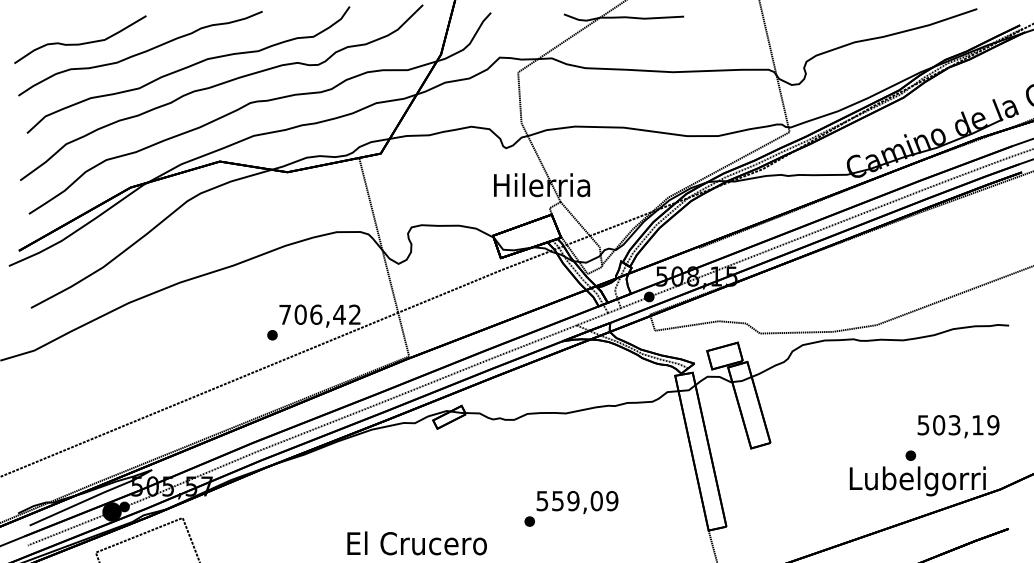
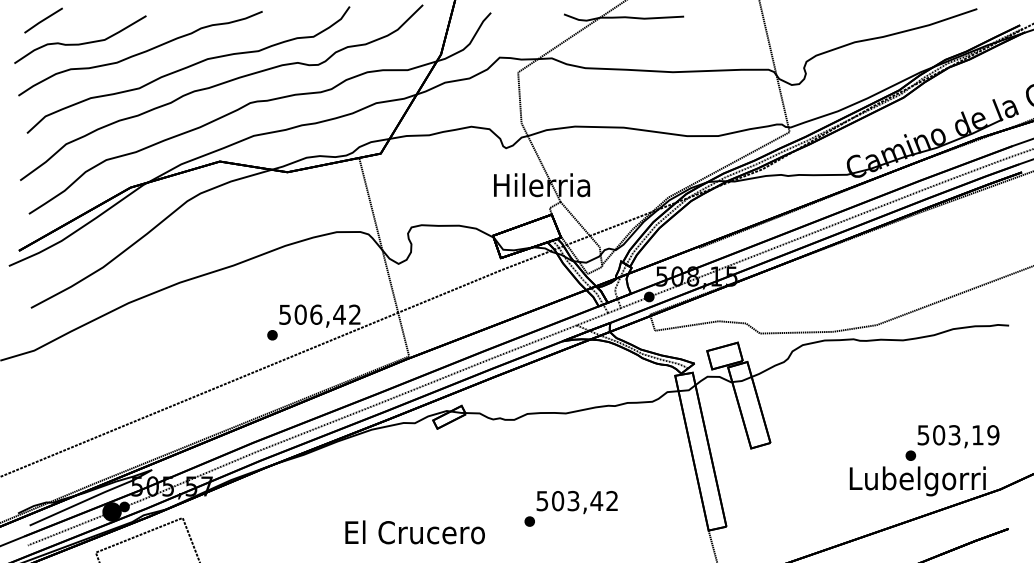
line at (43, 20): none -> present
text at (284, 314): 706,42 -> 506,42
text at (958, 426) position: (958, 426) -> (958, 436)
text at (585, 501): 559,09 -> 503,42
text at (416, 543) position: (416, 543) -> (414, 532)
